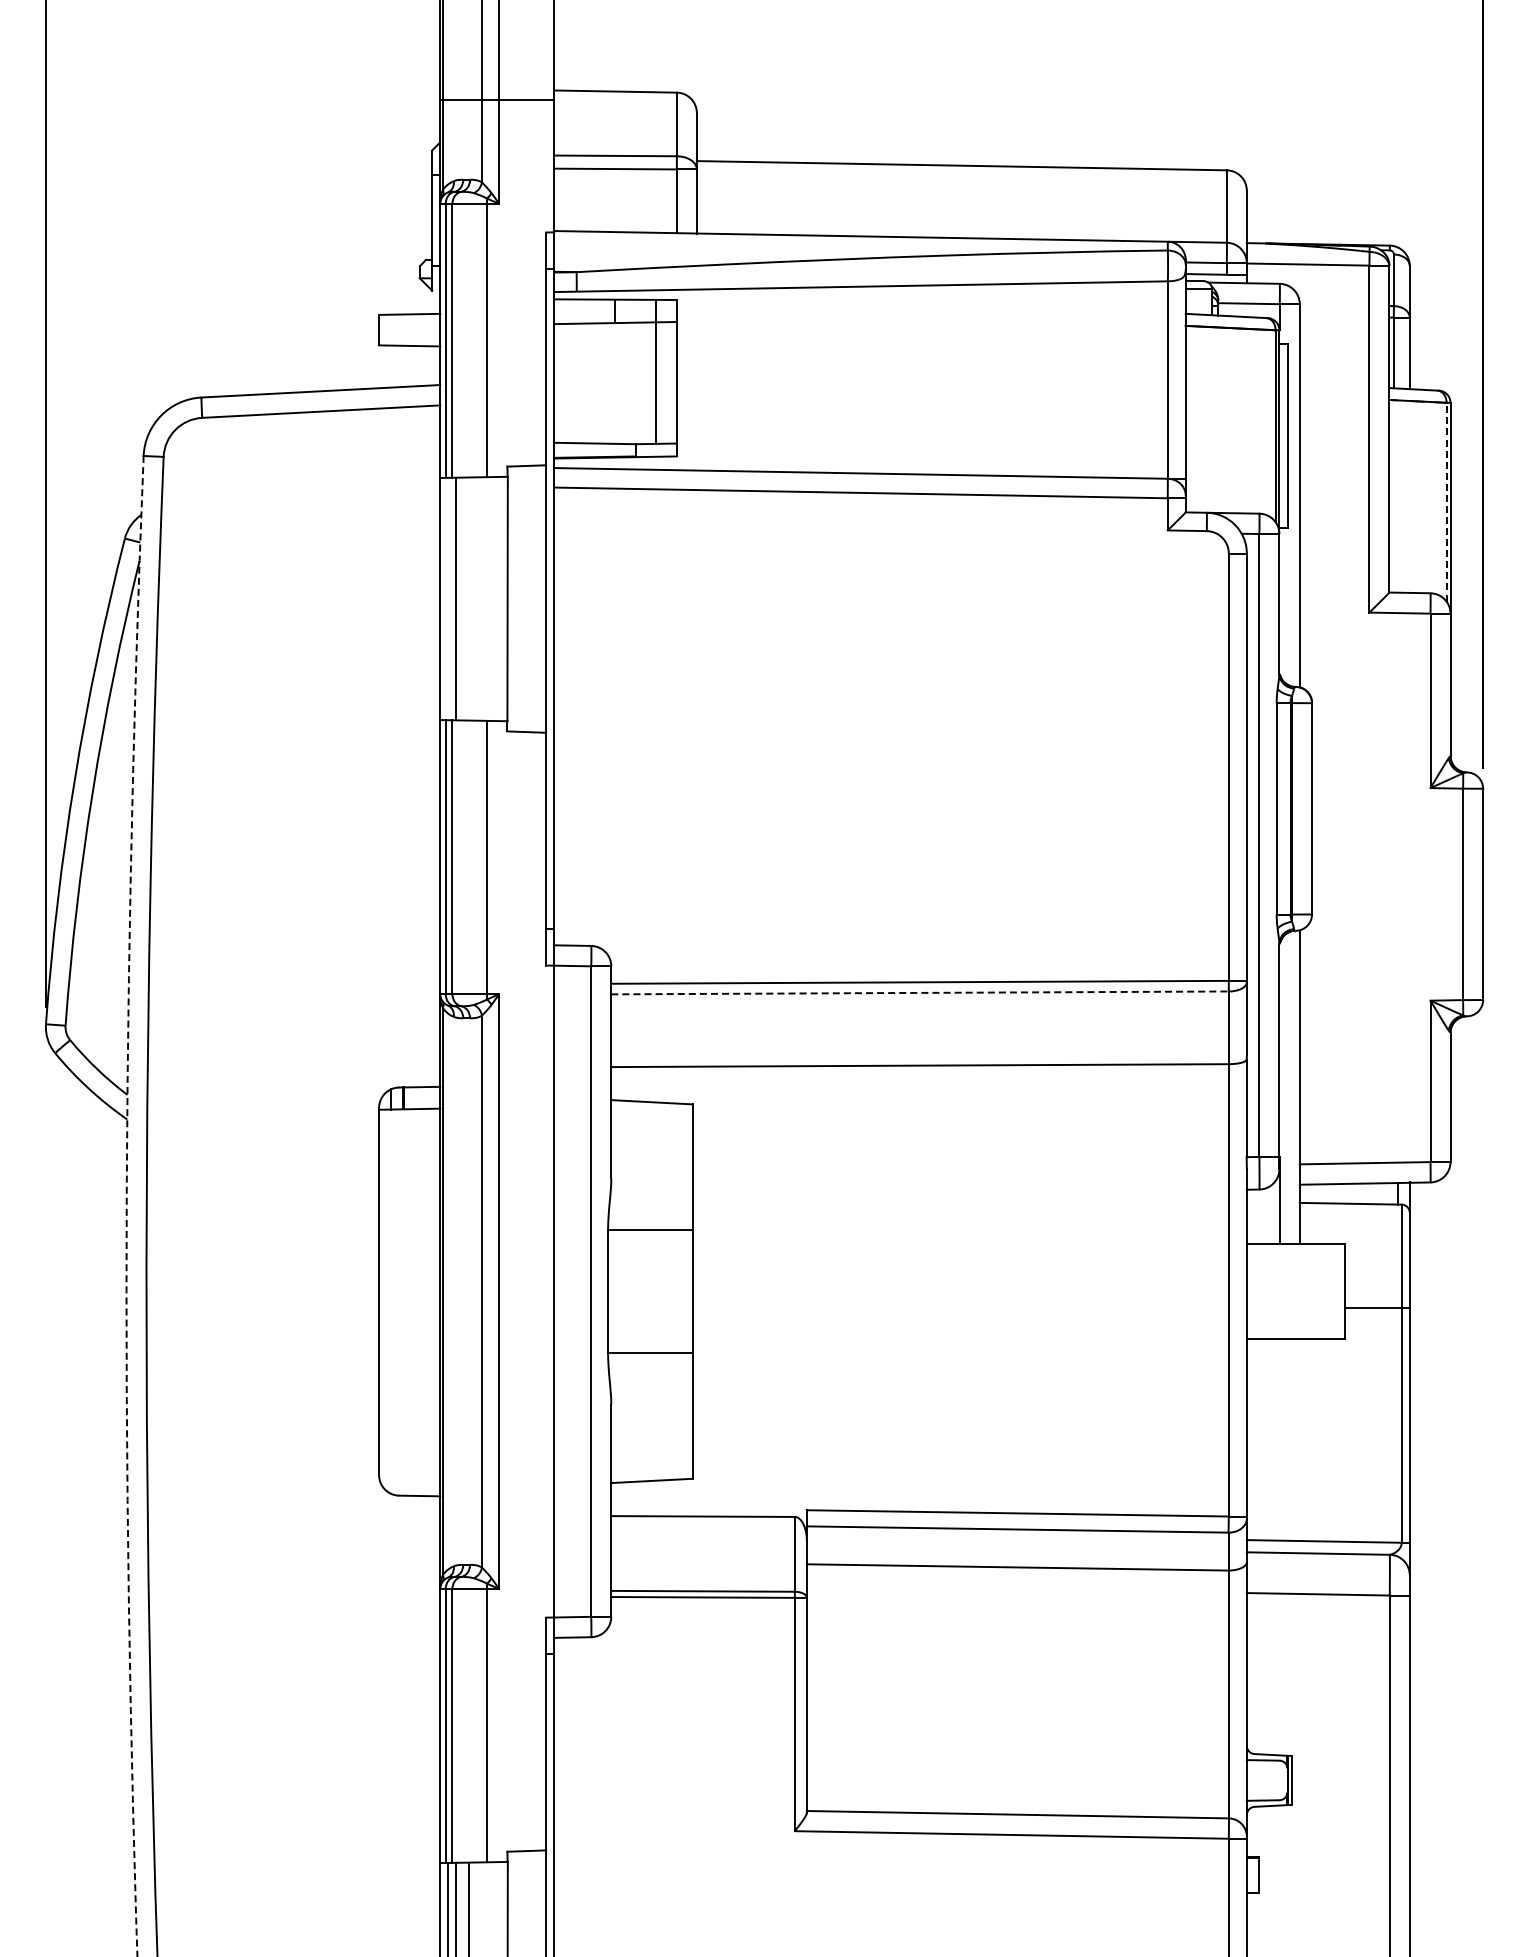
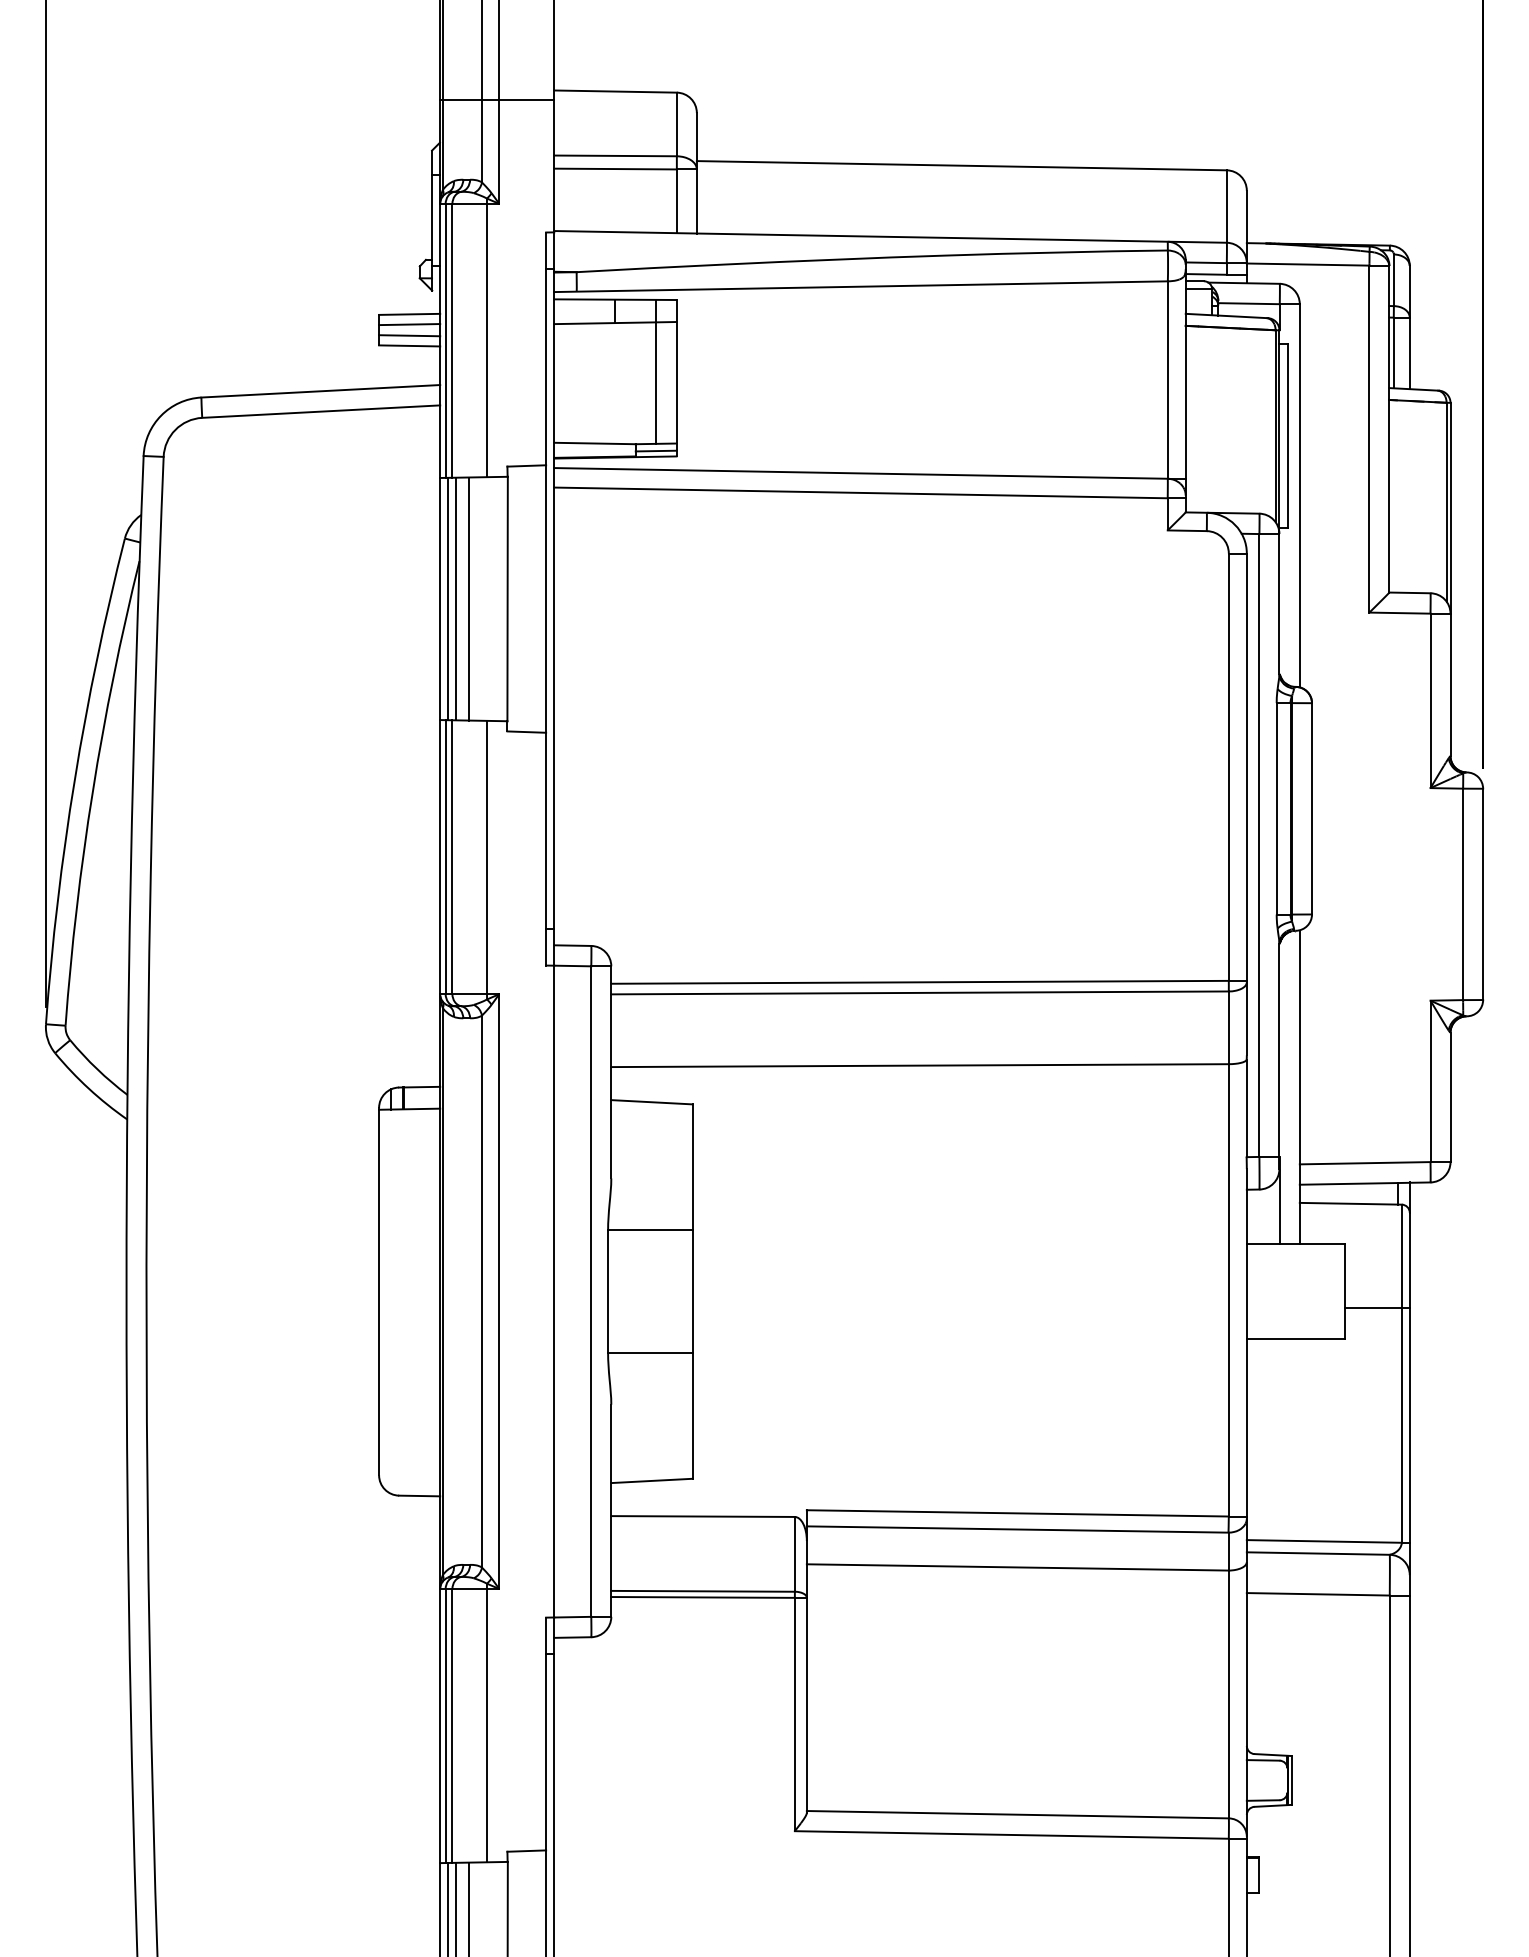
line at (409, 324): none -> present
line at (409, 335): none -> present
line at (655, 450): none -> present
line at (1446, 501): dashed -> solid
line at (448, 598): none -> present
line at (468, 598): none -> present
line at (920, 992): dashed -> solid
arc at (126, 1206): dashed -> solid
